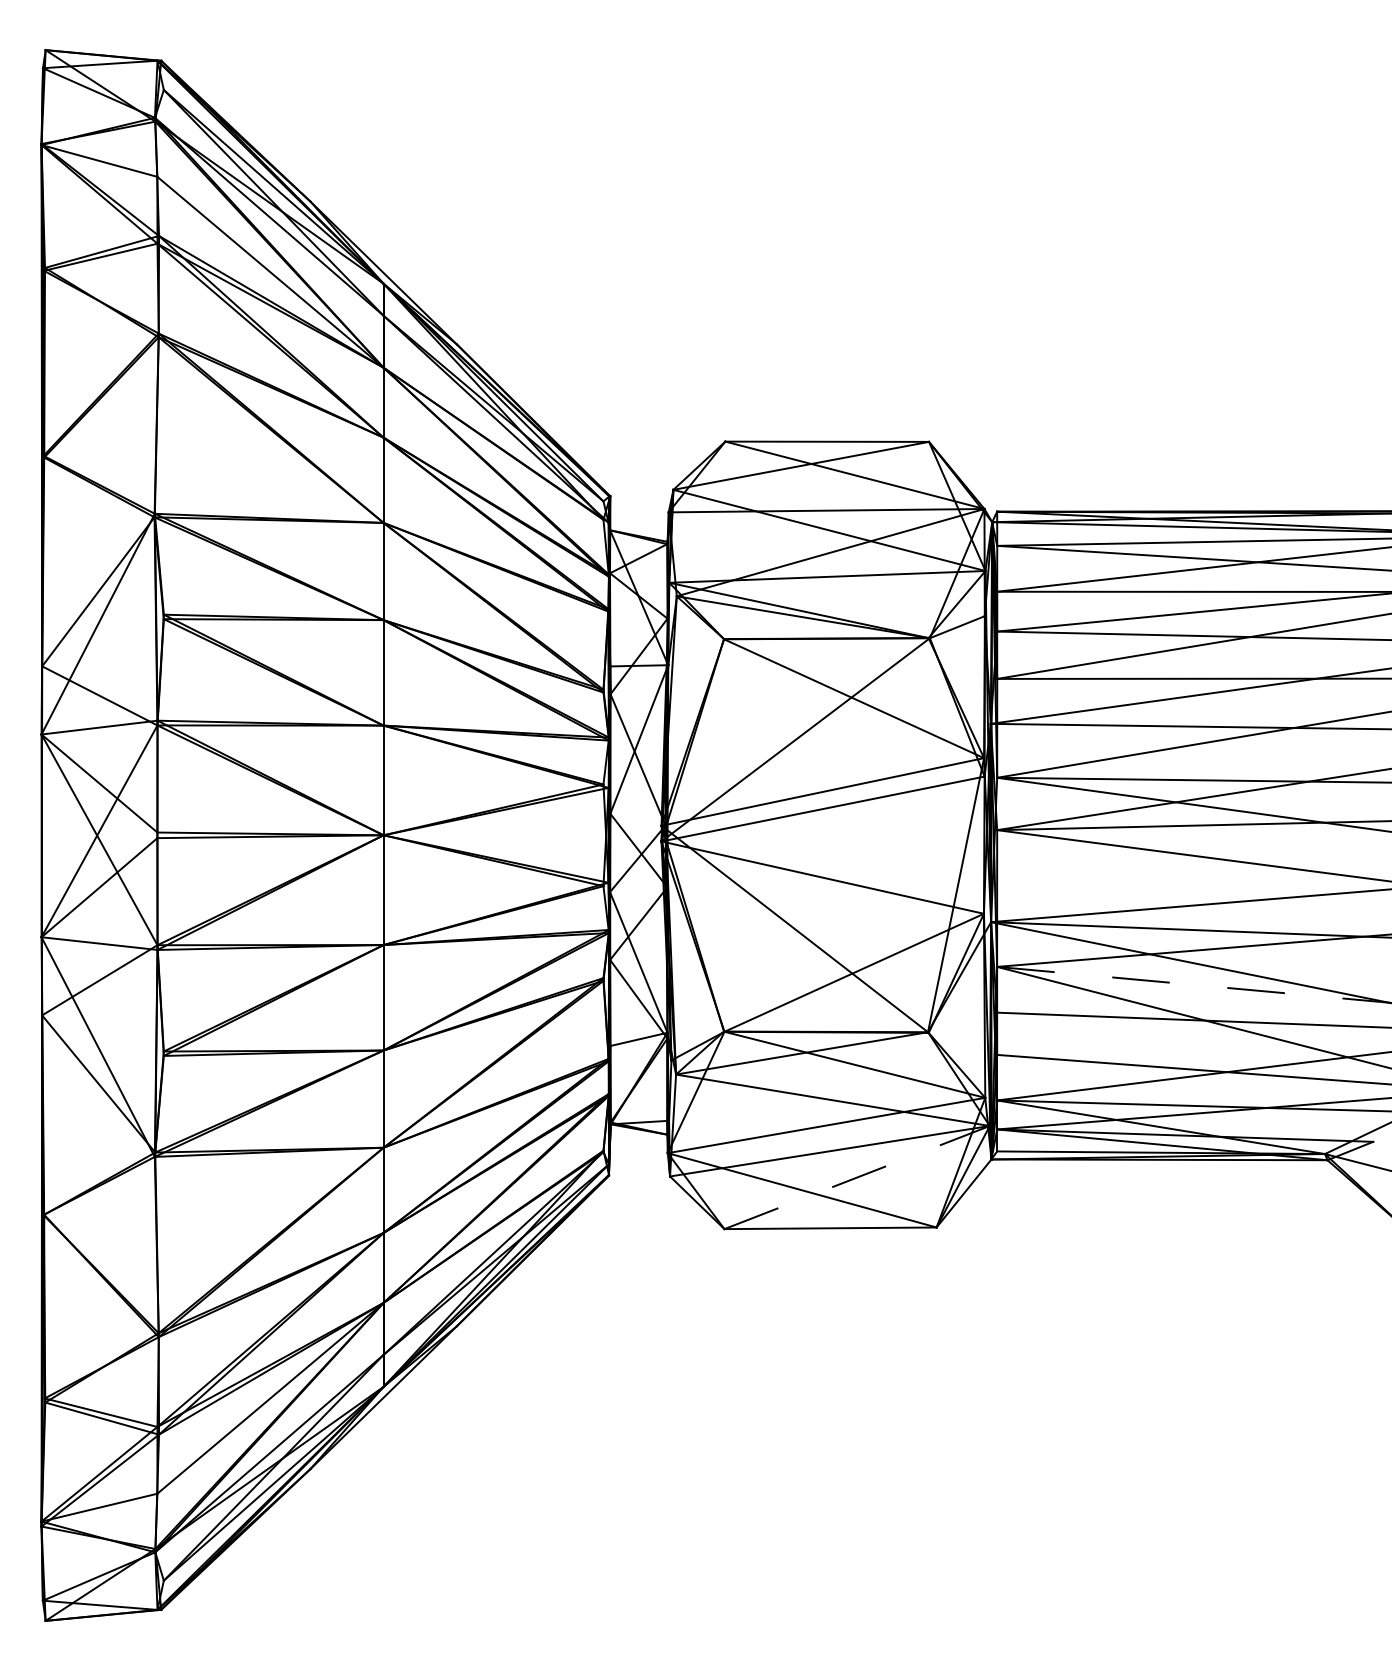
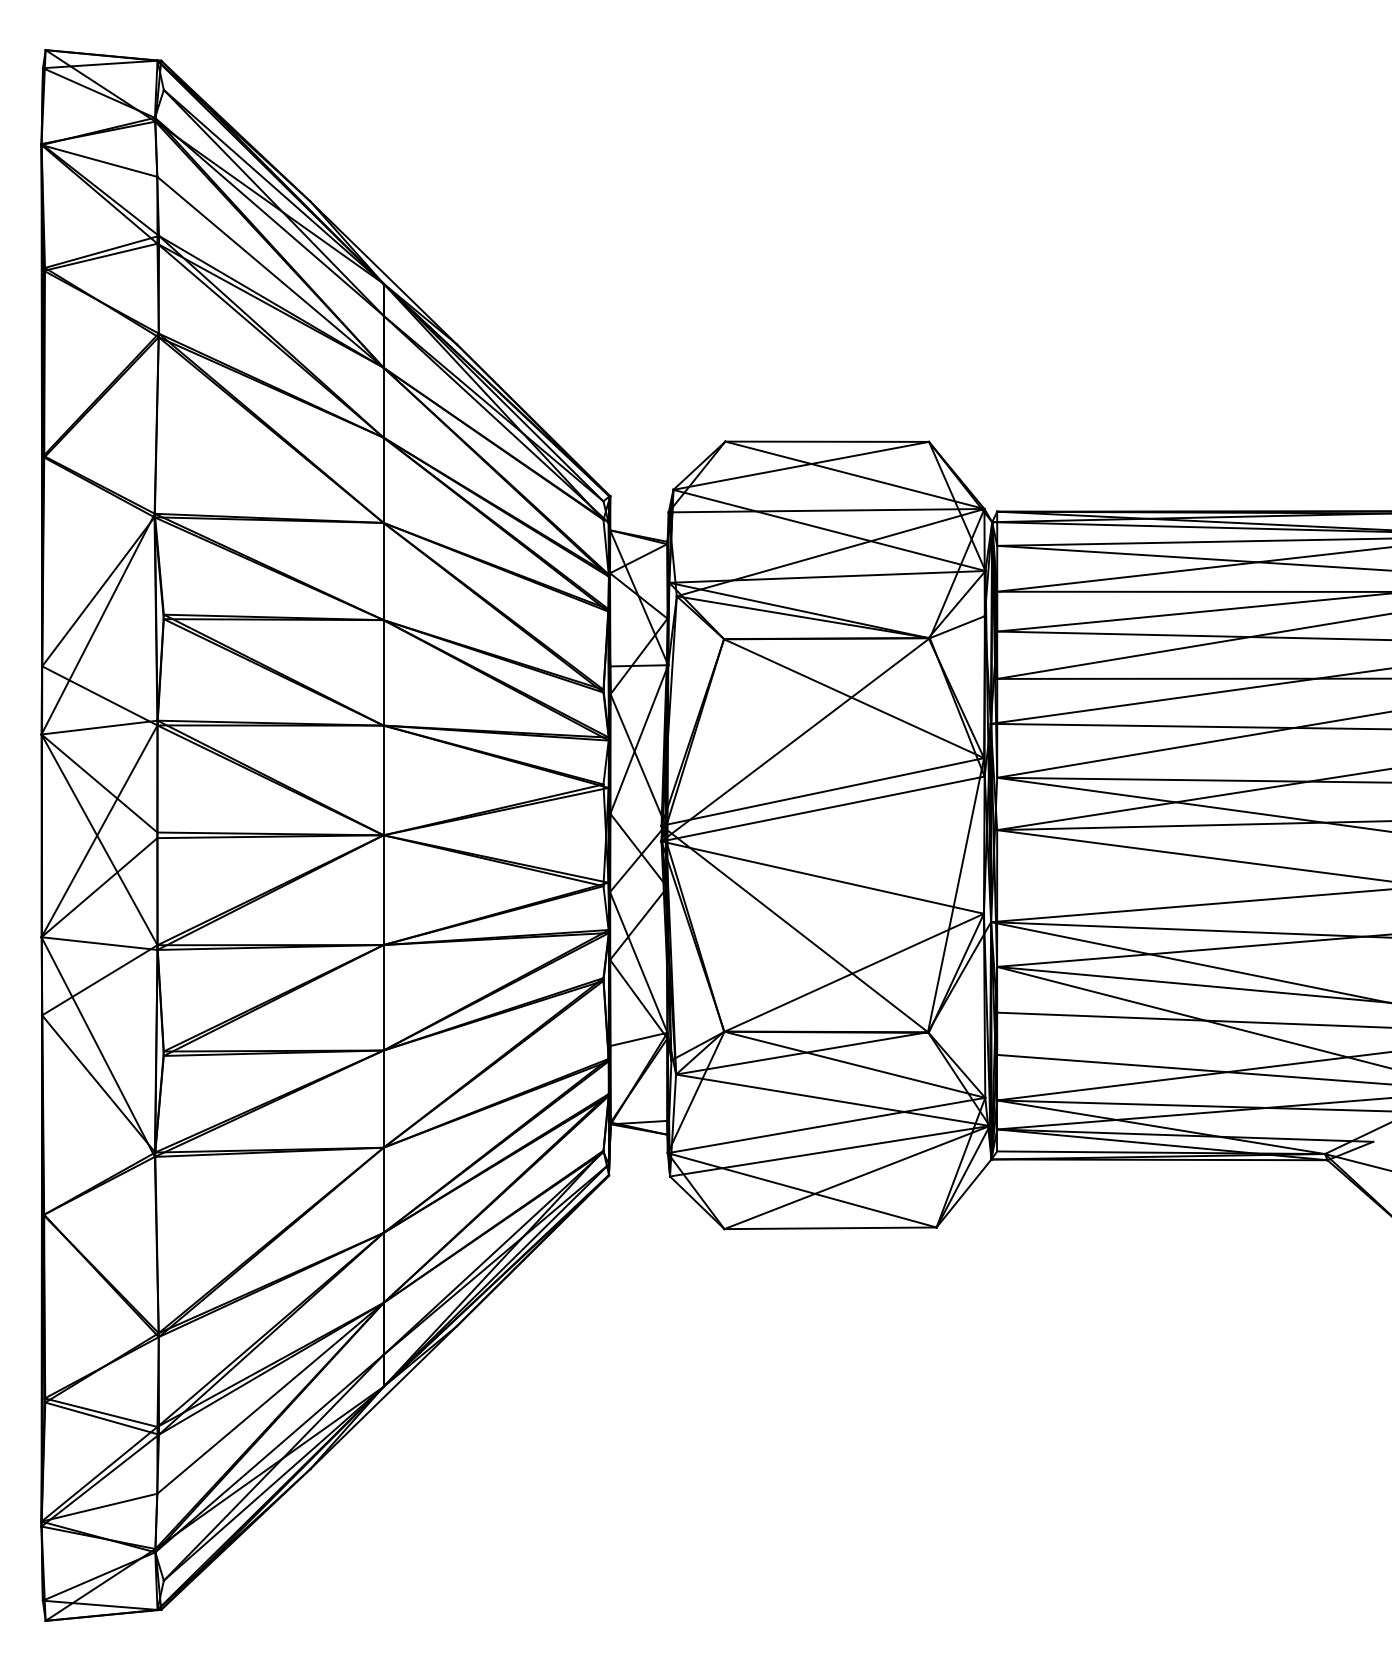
line at (1194, 984): dashed -> solid
line at (857, 1177): dashed -> solid
